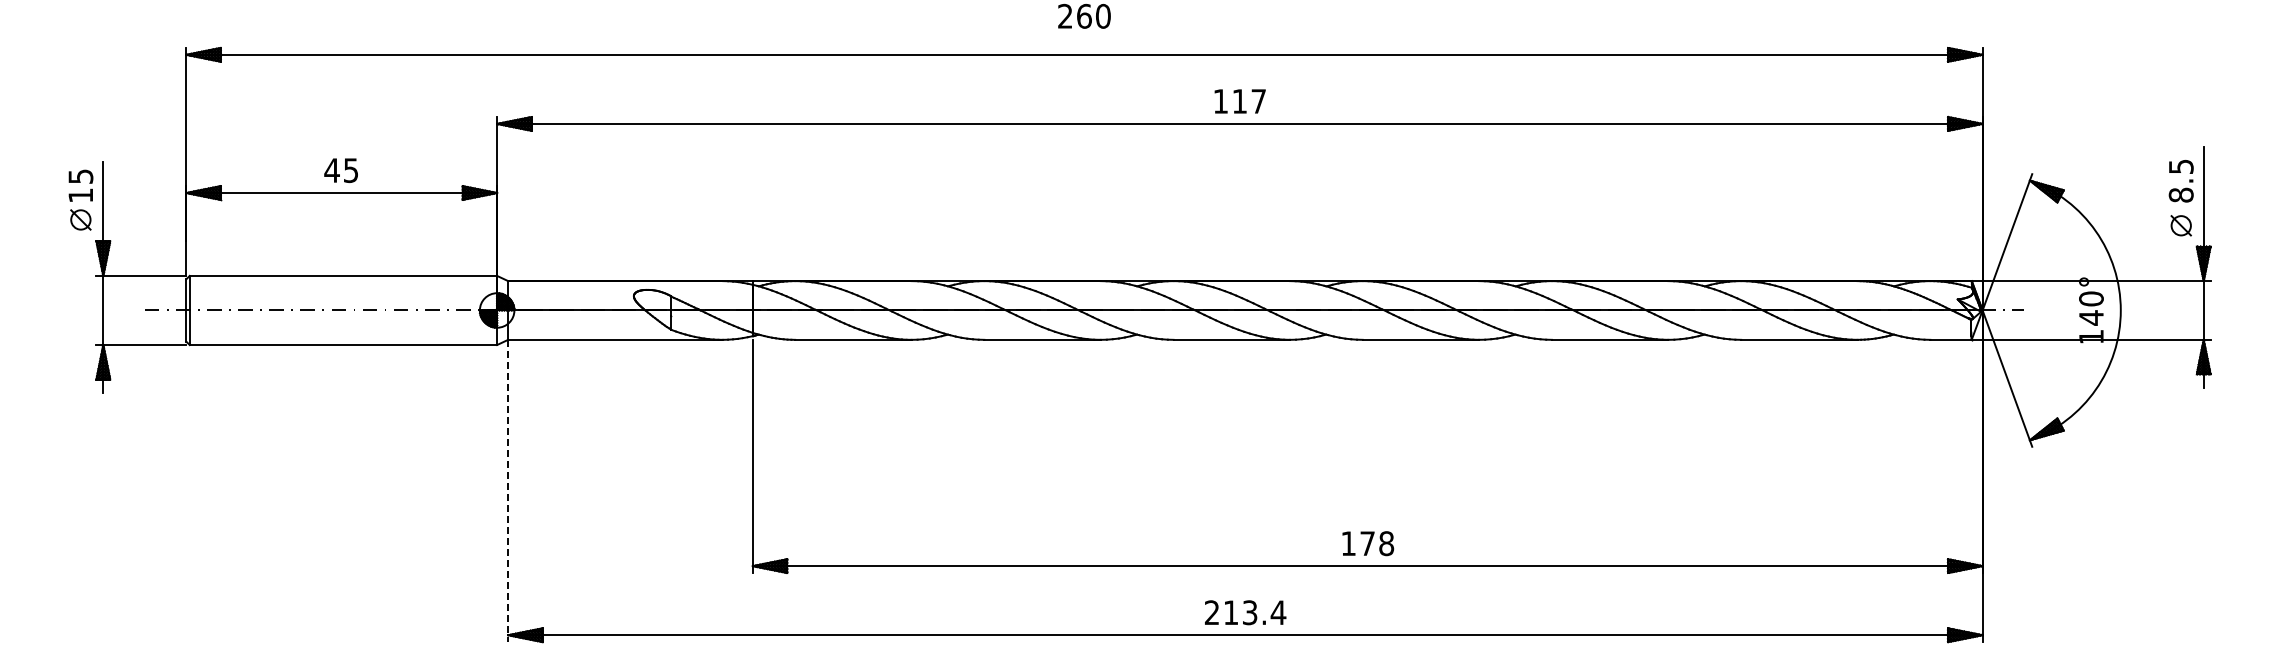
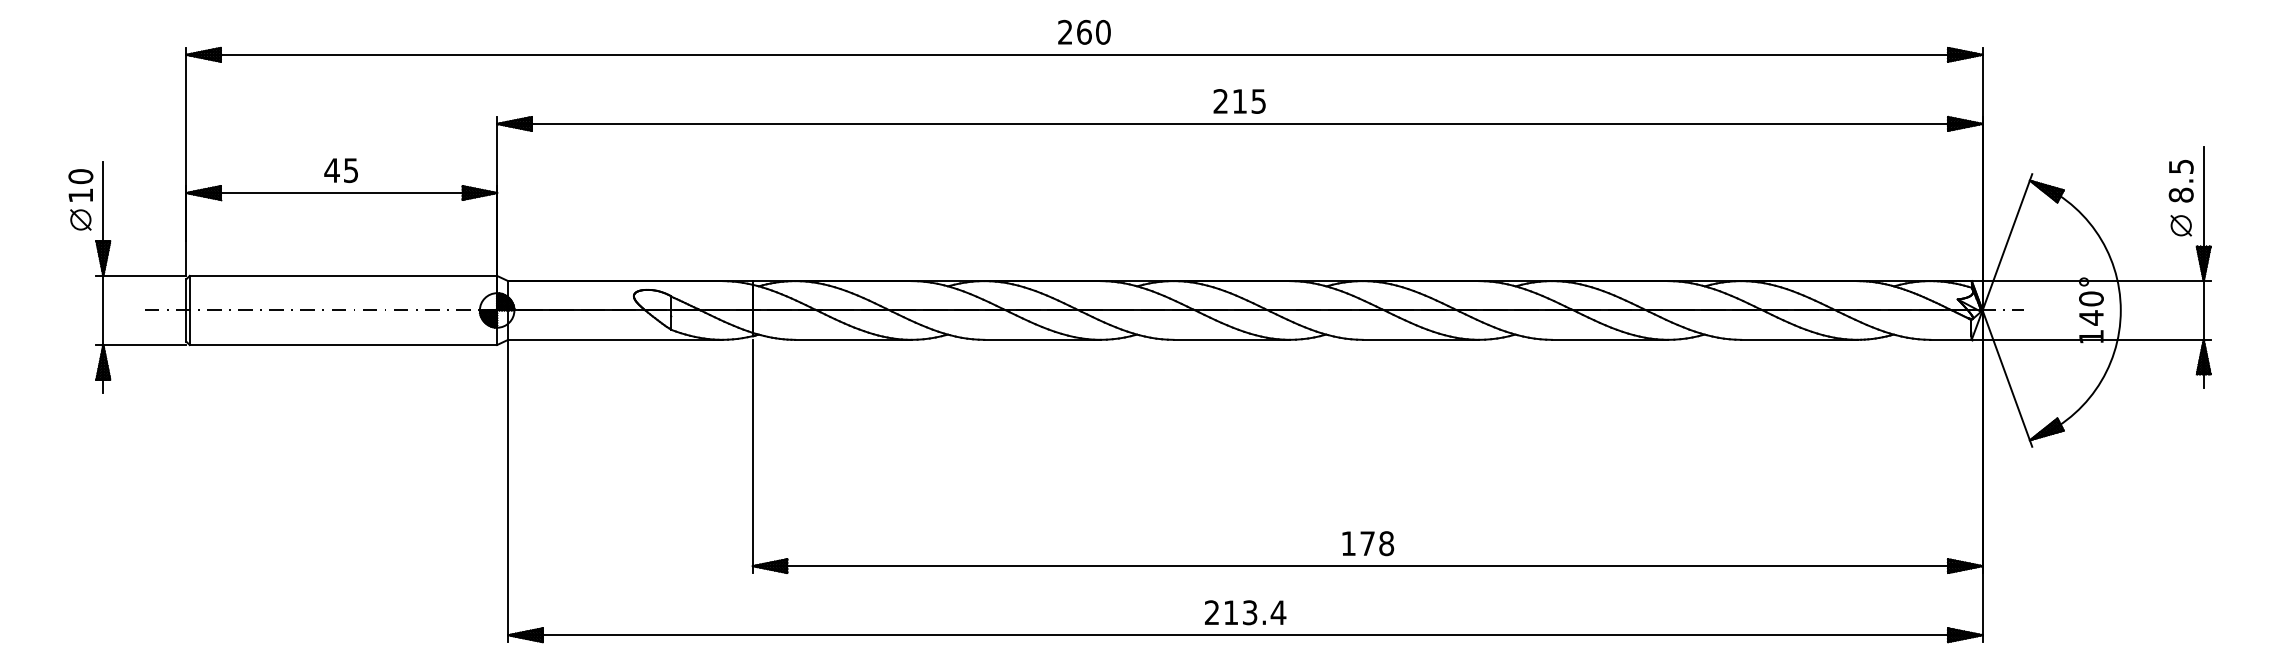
text at (1084, 15) position: (1084, 15) -> (1084, 31)
text at (1239, 101): 117 -> 215
text at (80, 176): 15 -> 10
line at (508, 491): dashed -> solid
